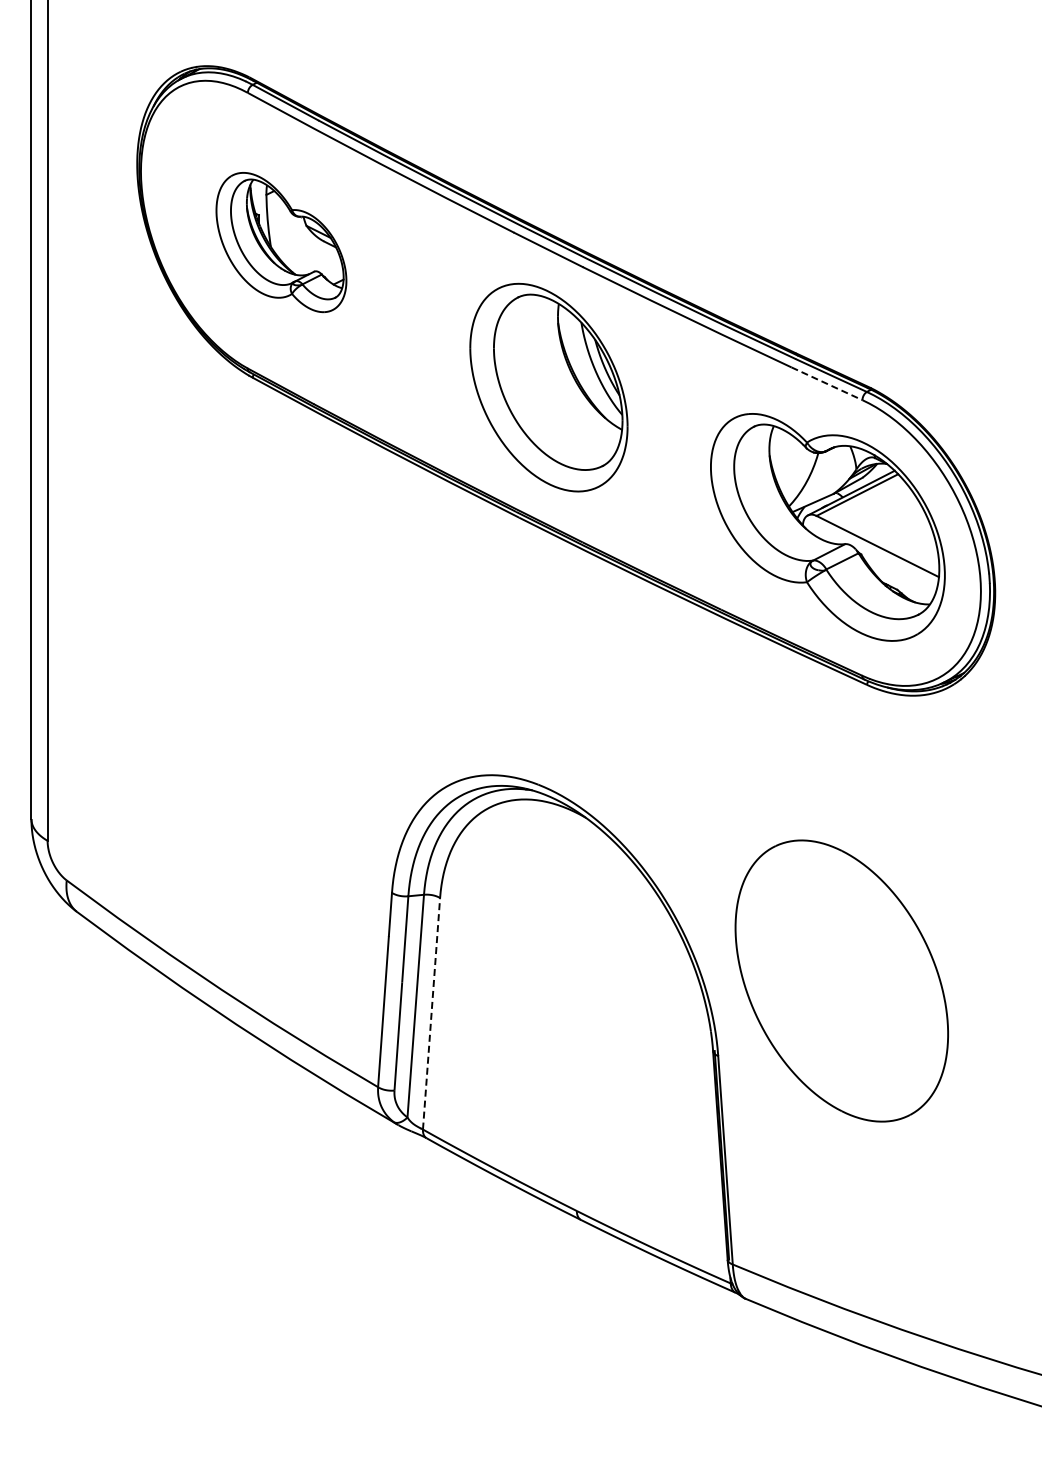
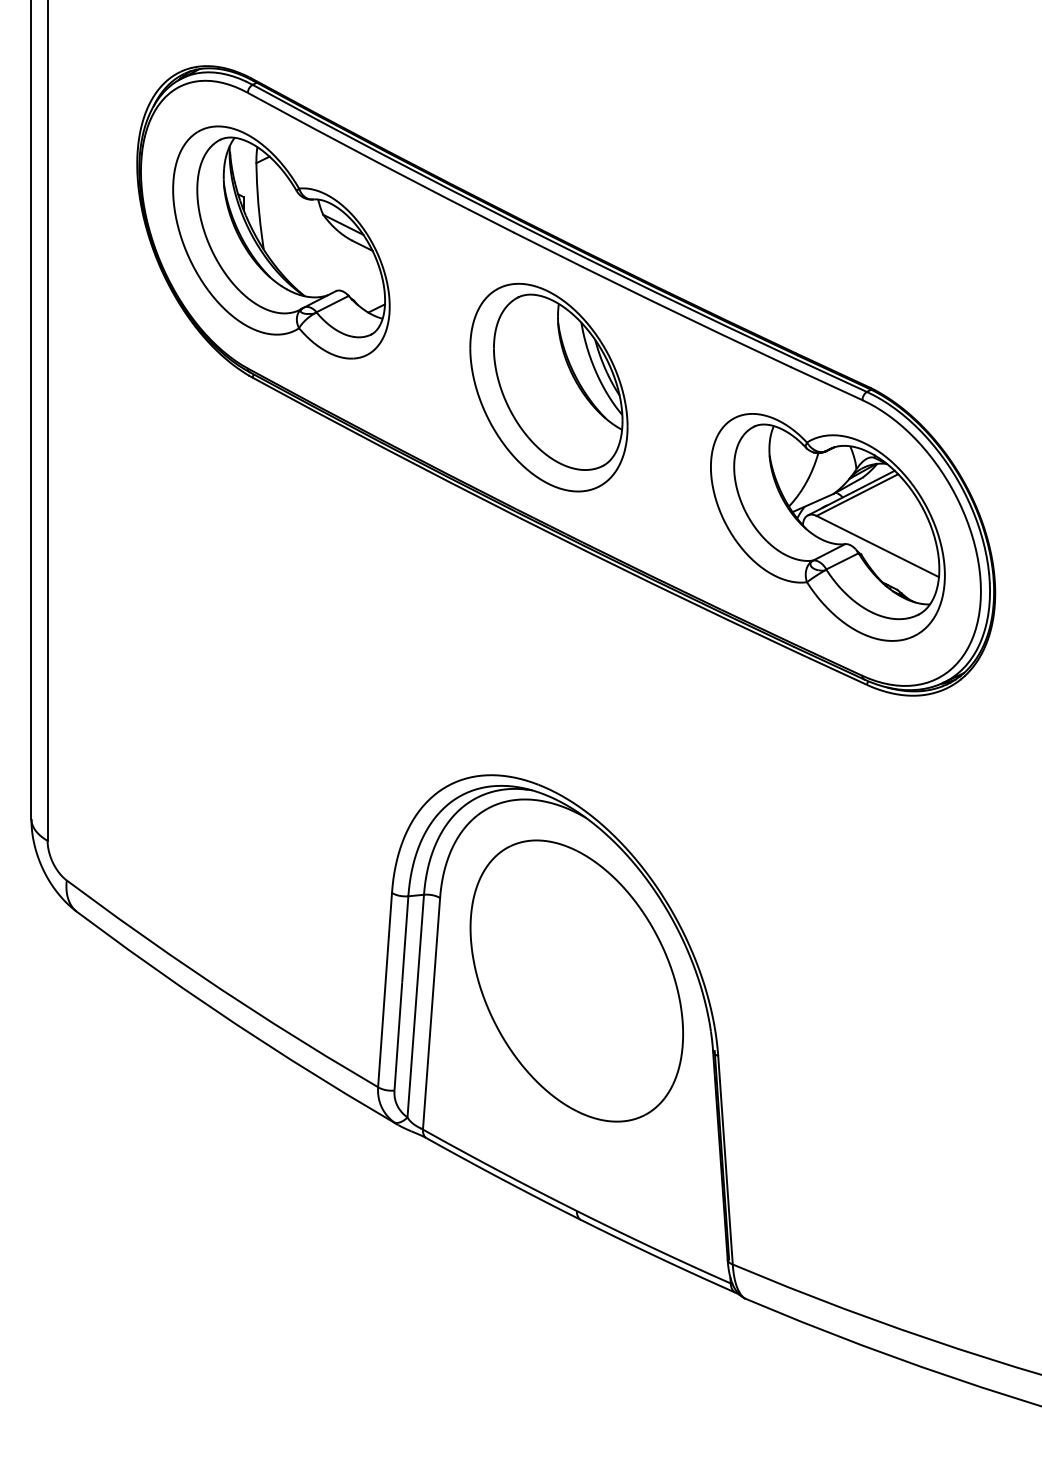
part at (281, 242) size: 133x142 px -> 219x235 px
line at (827, 384): dashed -> solid
part at (841, 980) position: (841, 980) -> (576, 980)
line at (431, 1013): dashed -> solid
